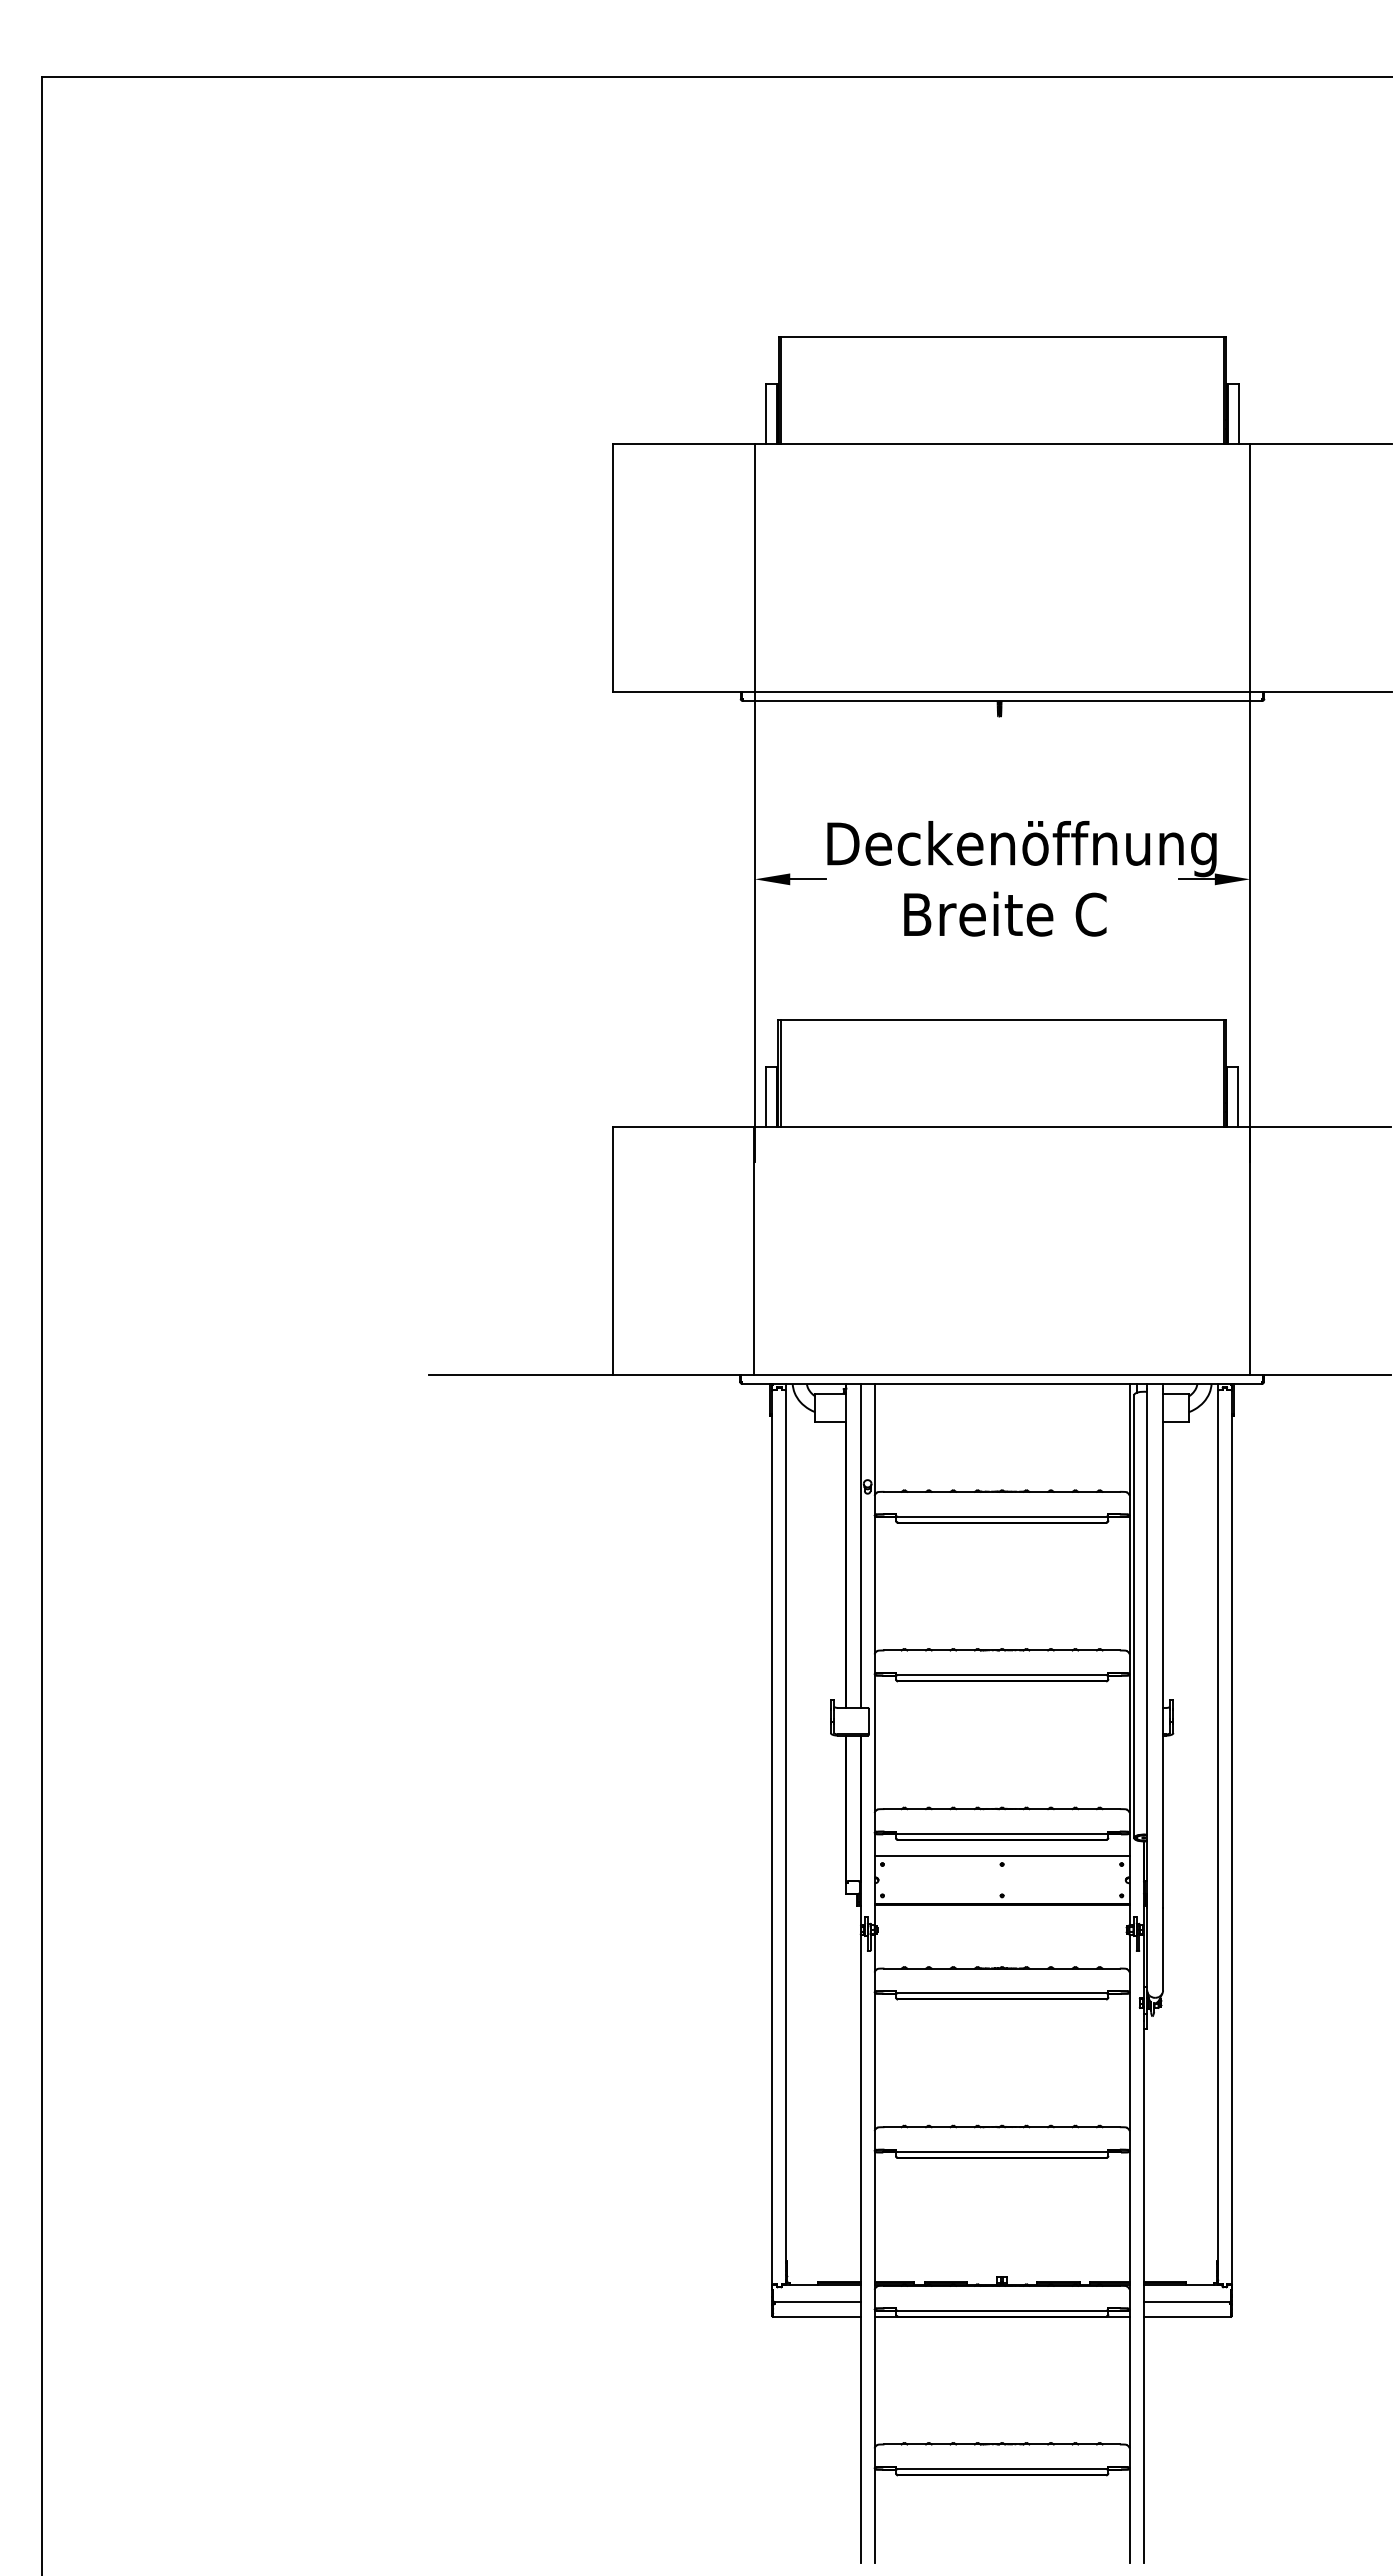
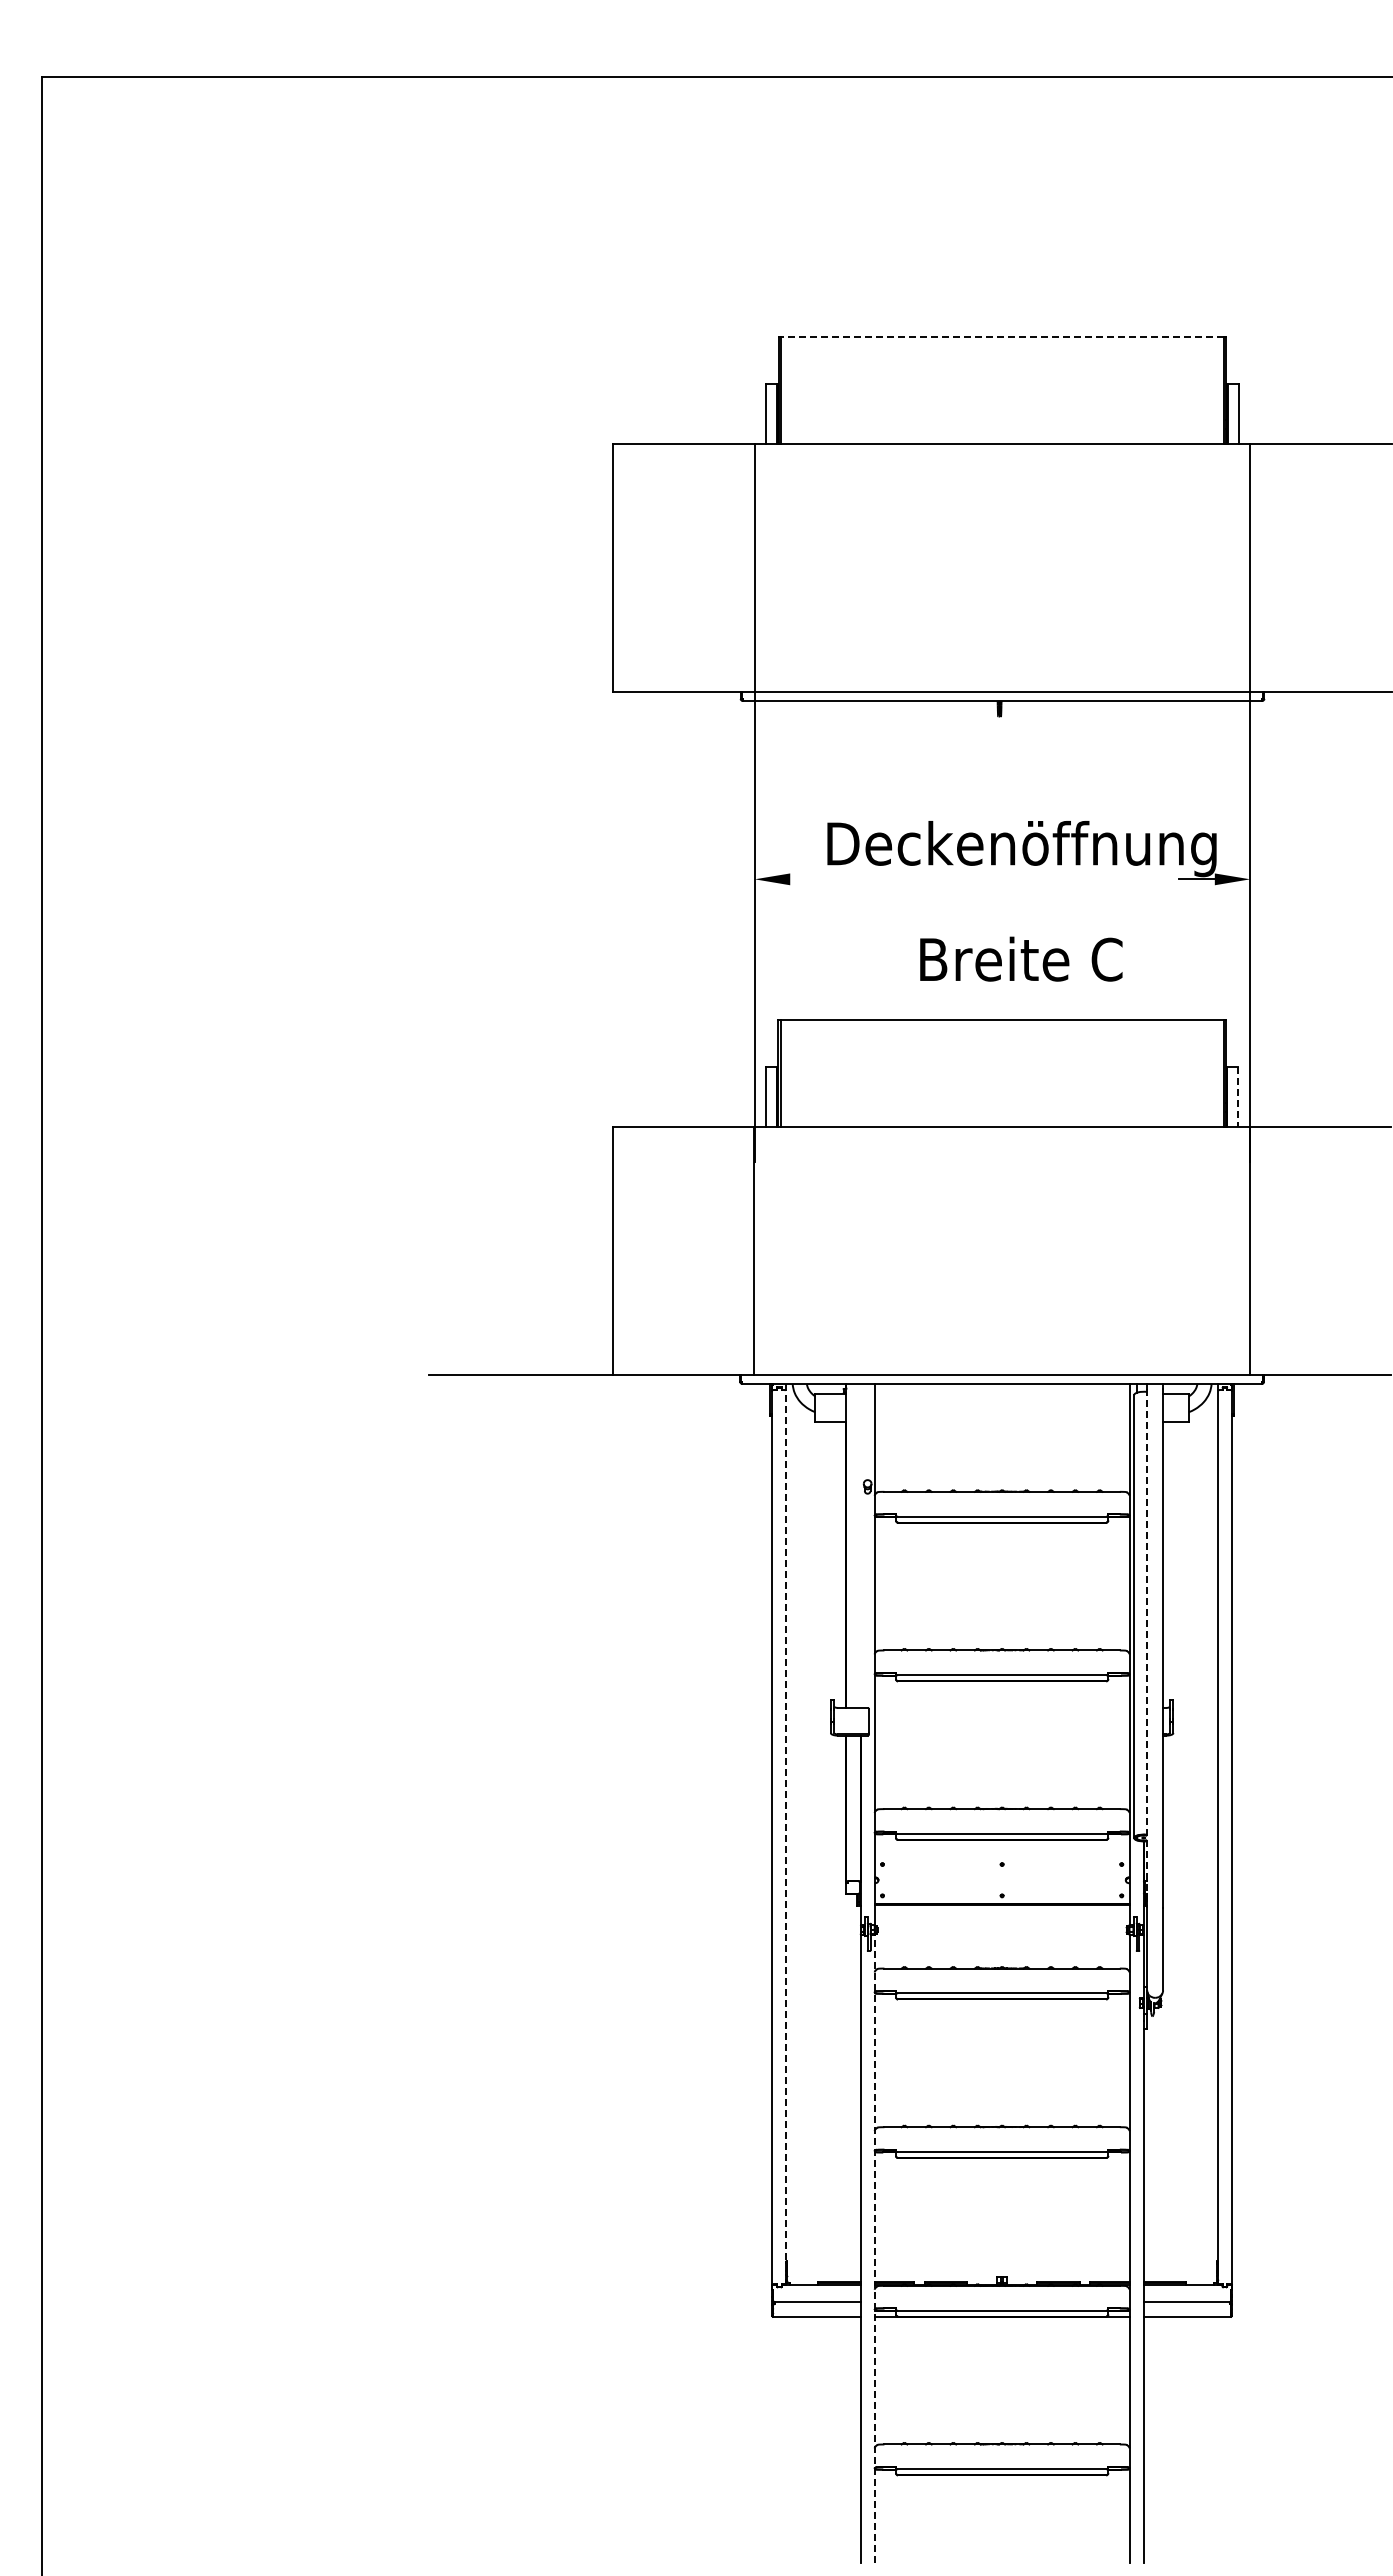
line at (1002, 336): solid -> dashed
line at (807, 879): present -> none
text at (1005, 913) position: (1005, 913) -> (1021, 958)
line at (1238, 1097): solid -> dashed
line at (860, 1545): present -> none
line at (1147, 1648): solid -> dashed
line at (785, 1822): solid -> dashed
line at (1001, 1856): present -> none
line at (874, 2248): solid -> dashed
